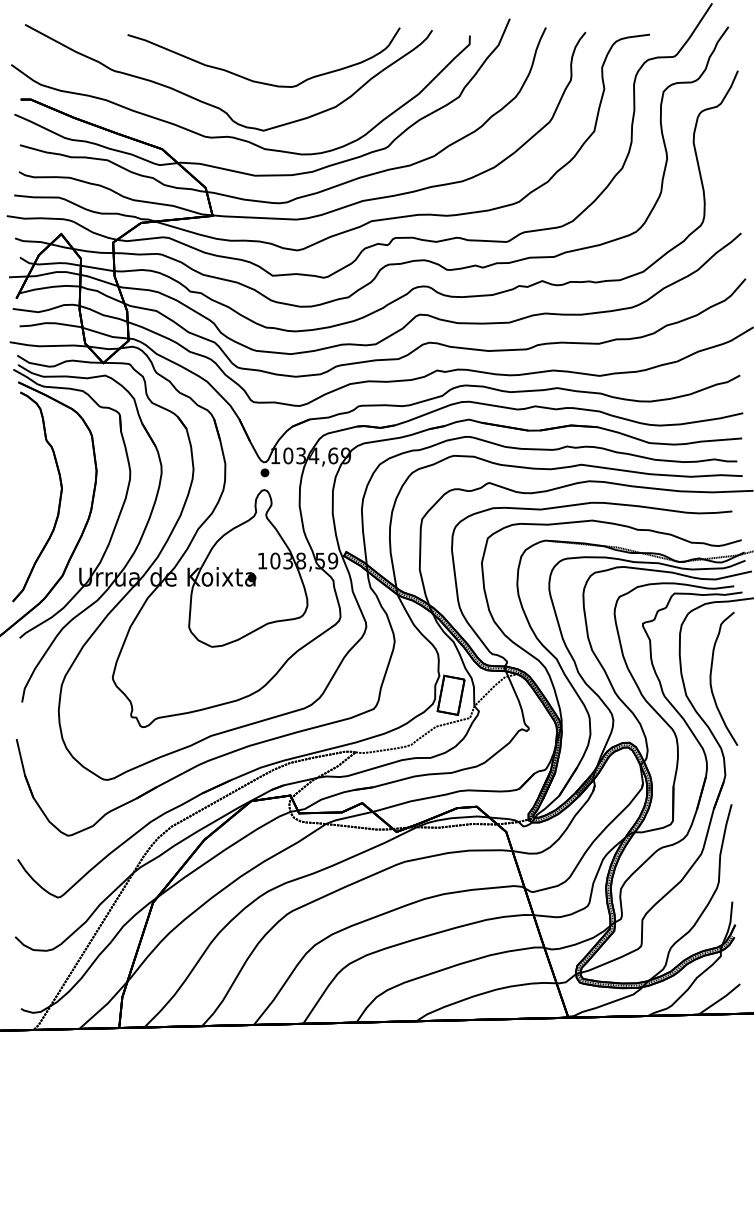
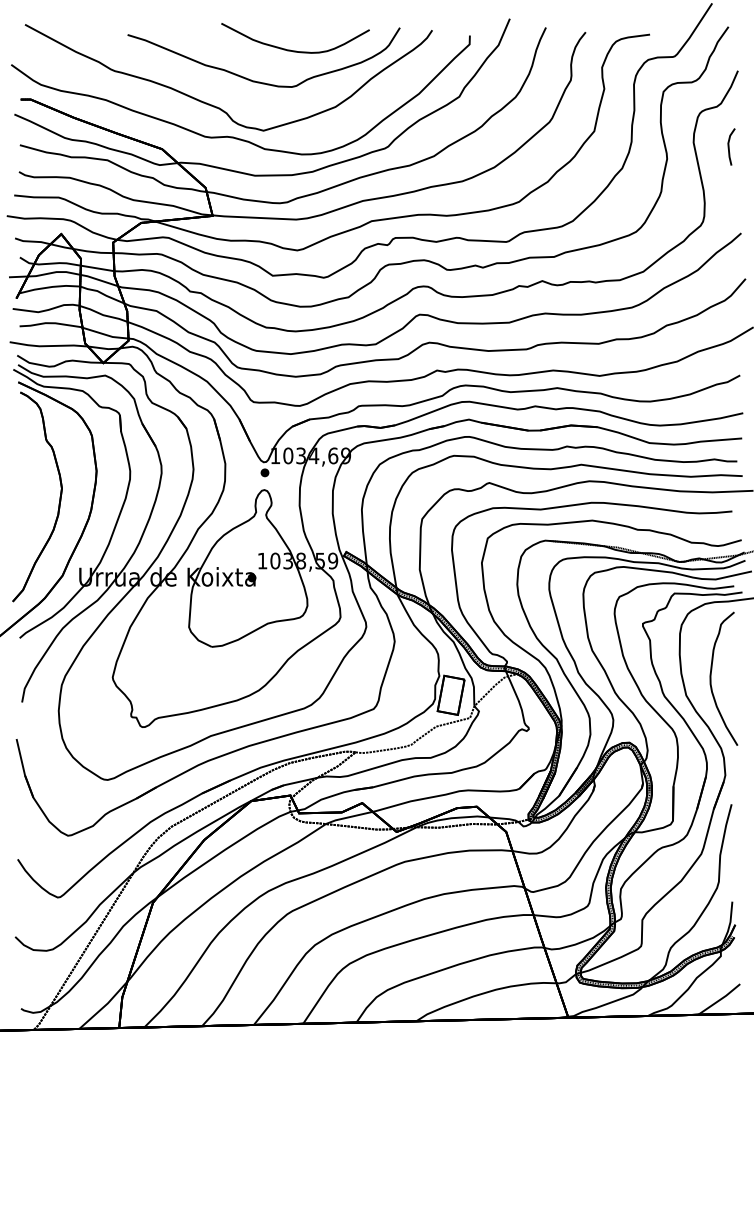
curve at (295, 50): none -> present
line at (729, 146): none -> present
